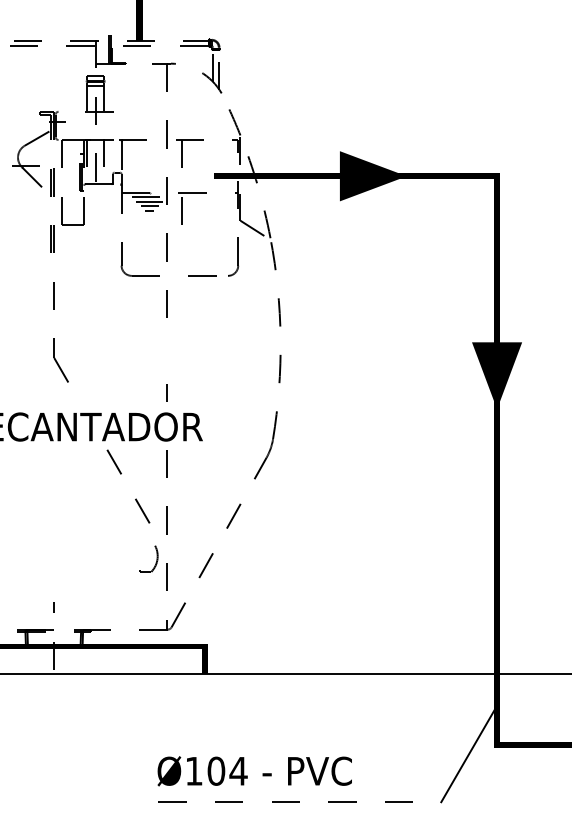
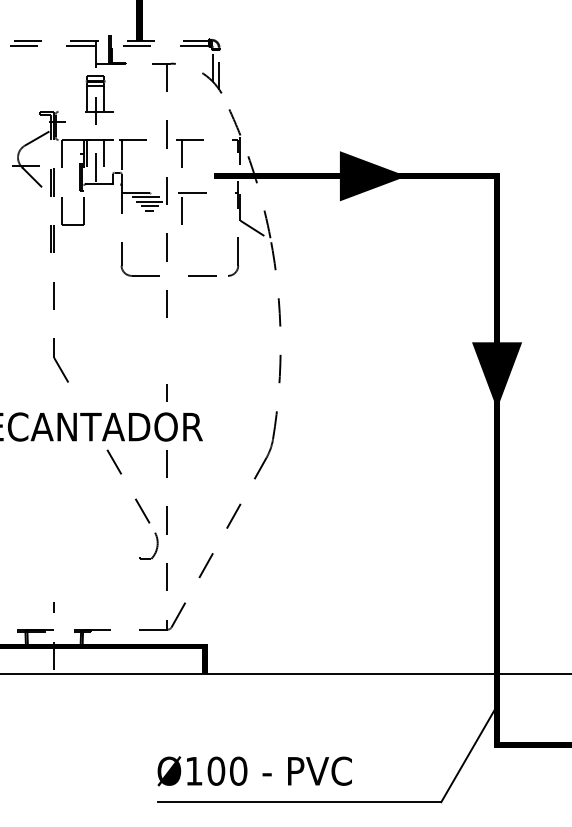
part at (156, 558) position: (156, 558) -> (156, 545)
text at (238, 770): Ø104 -> Ø100
line at (300, 802): dashed -> solid
